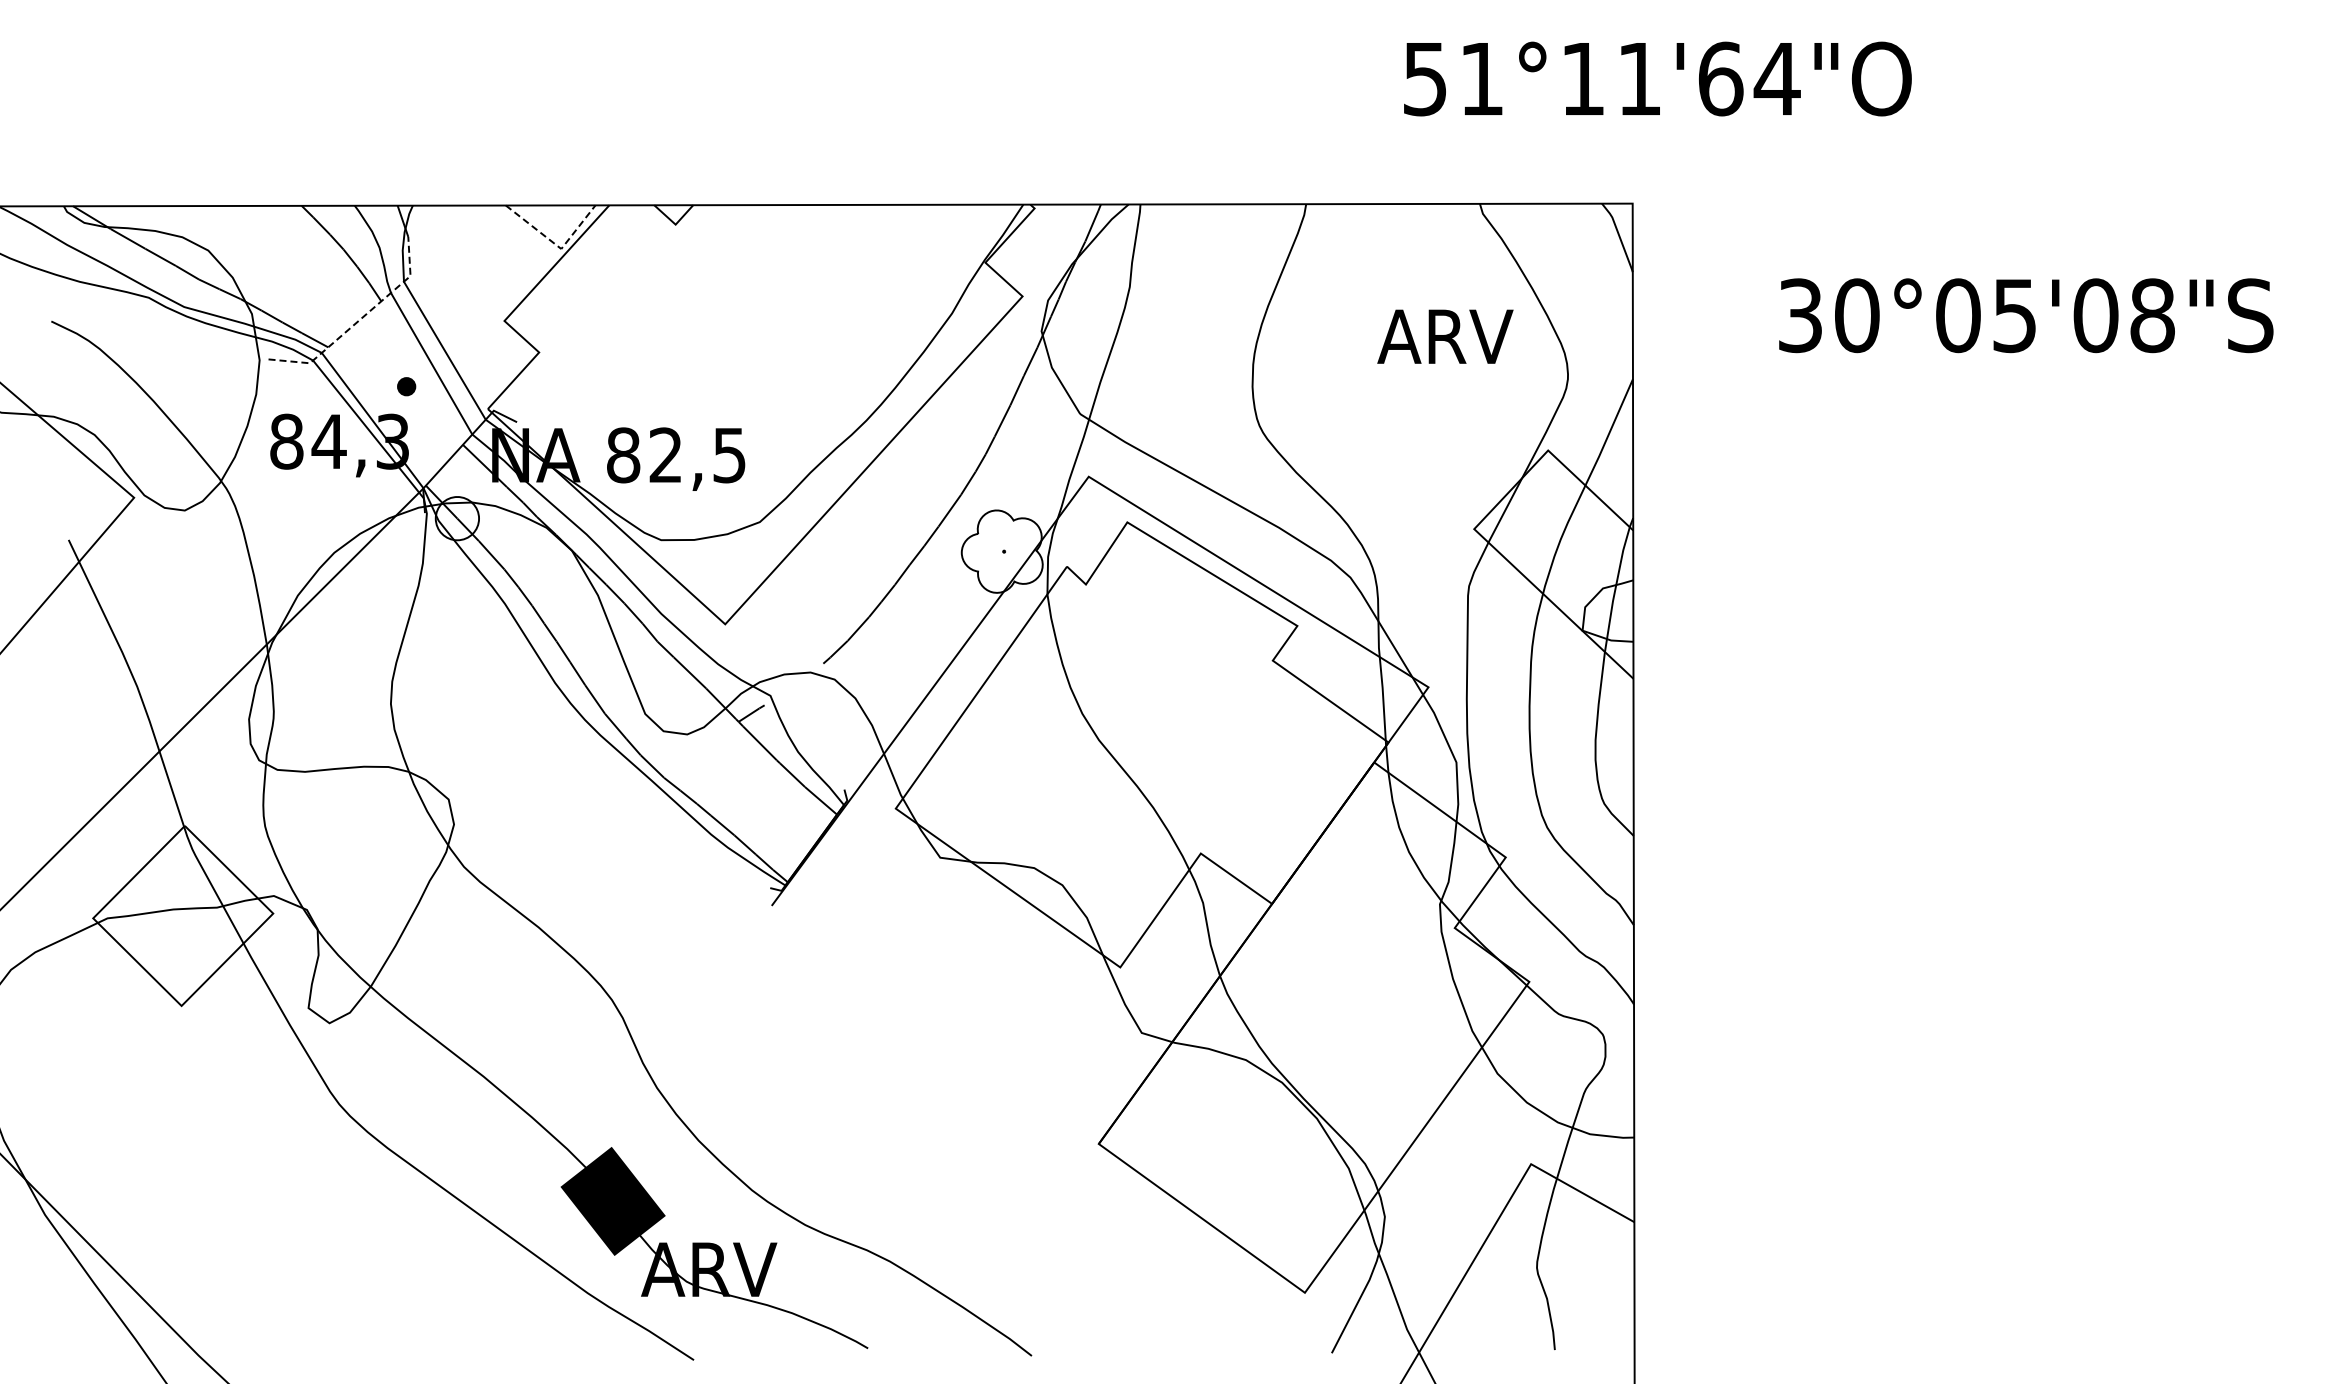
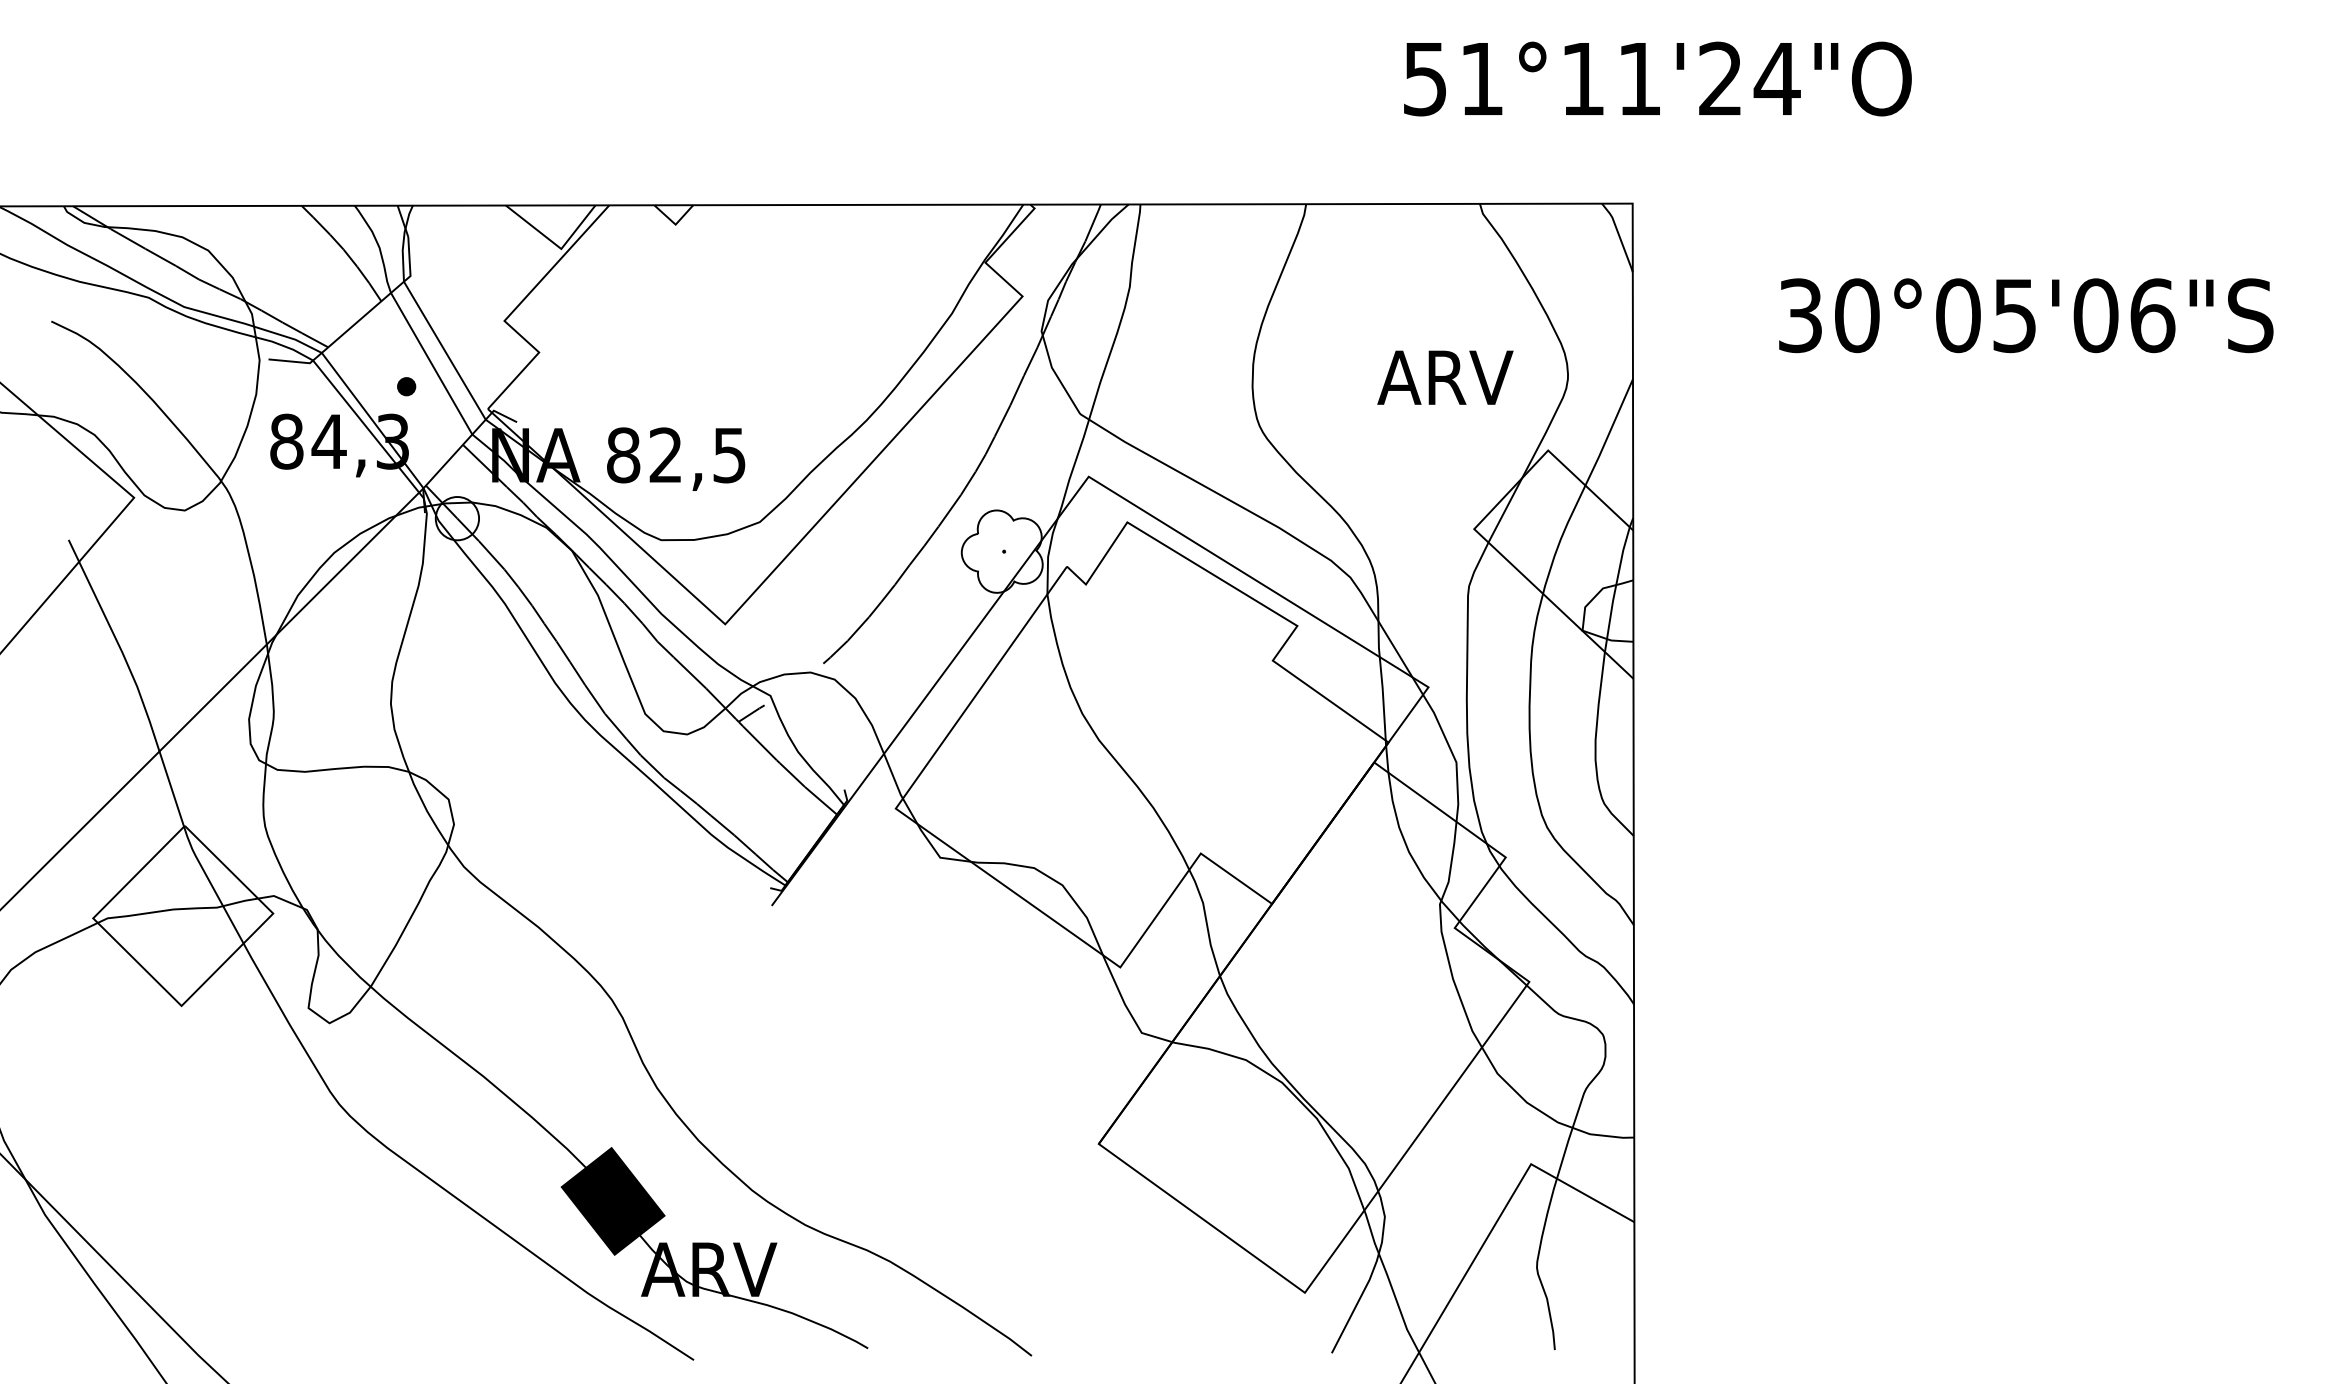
text at (1720, 78): 51°11'64"O -> 51°11'24"O
line at (555, 244): dashed -> solid
text at (2152, 315): 30°05'08"S -> 30°05'06"S
line at (359, 320): dashed -> solid
text at (1445, 336) position: (1445, 336) -> (1445, 377)
